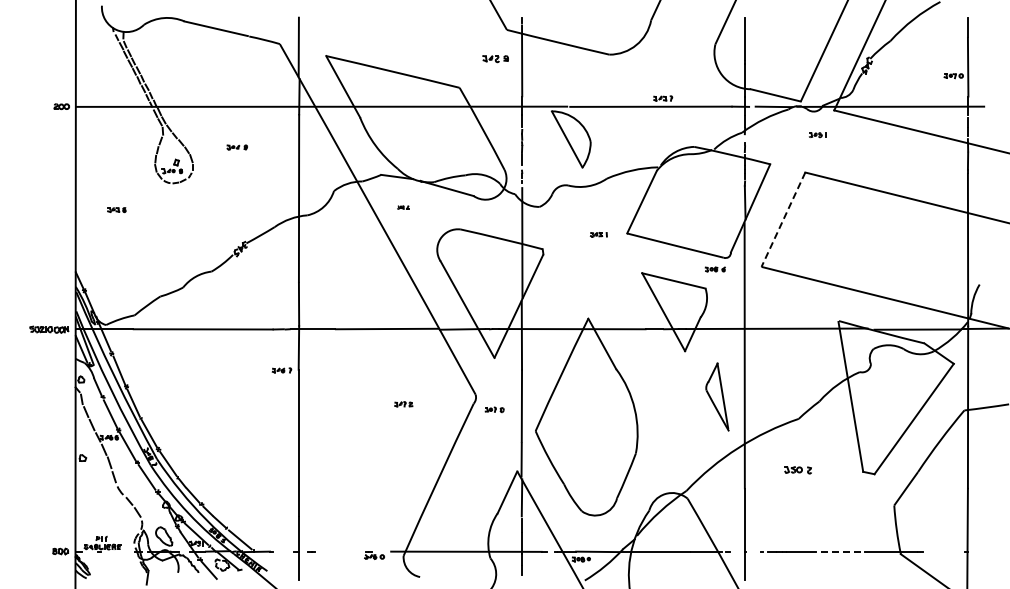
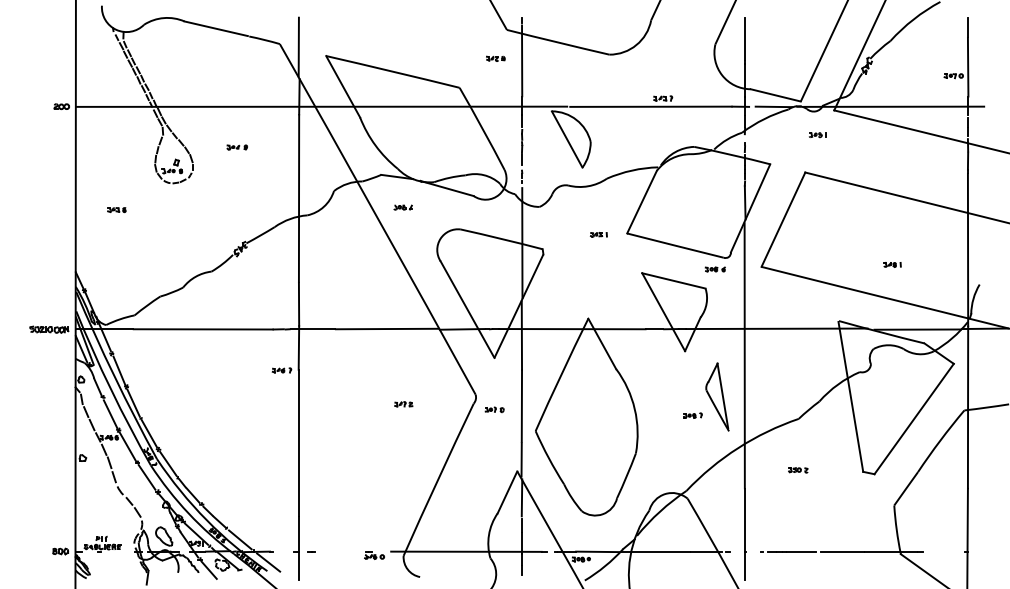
part at (495, 59) size: 27x9 px -> 20x7 px
part at (403, 207) size: 13x5 px -> 20x7 px
line at (783, 220): dashed -> solid
part at (892, 264): none -> present
part at (692, 415): none -> present
part at (797, 470) size: 28x9 px -> 21x7 px
line at (842, 551): dashed -> solid
line at (268, 562): none -> present
